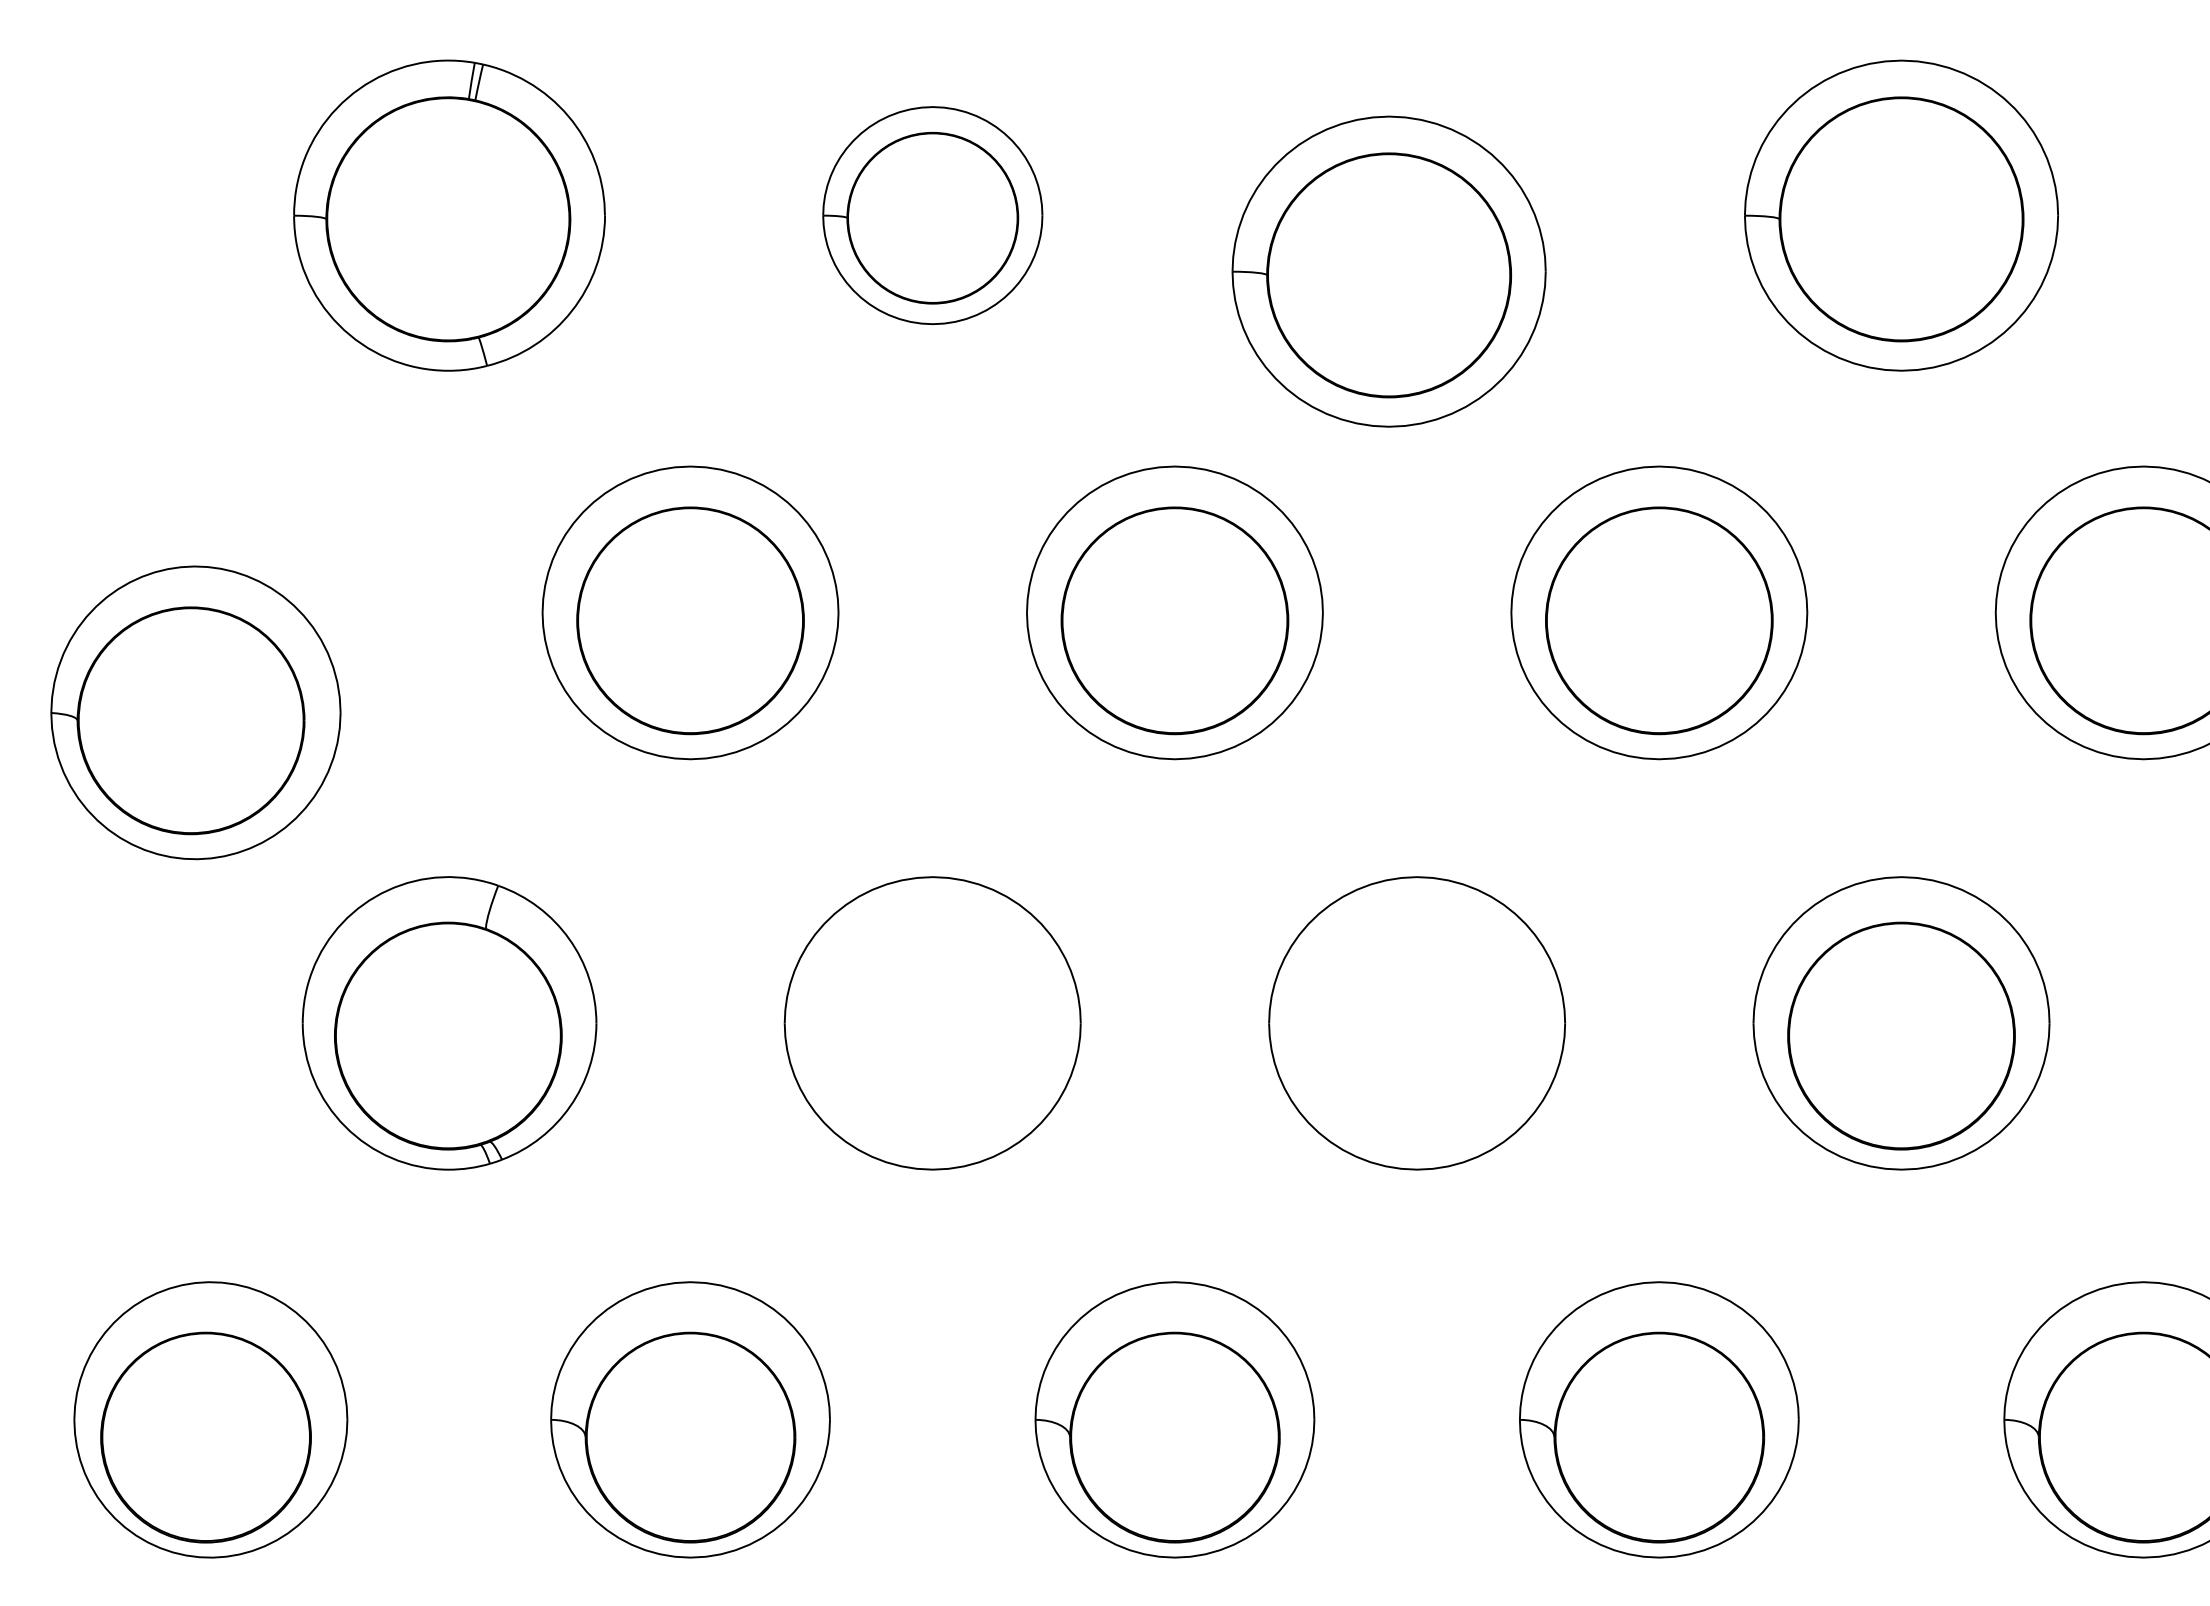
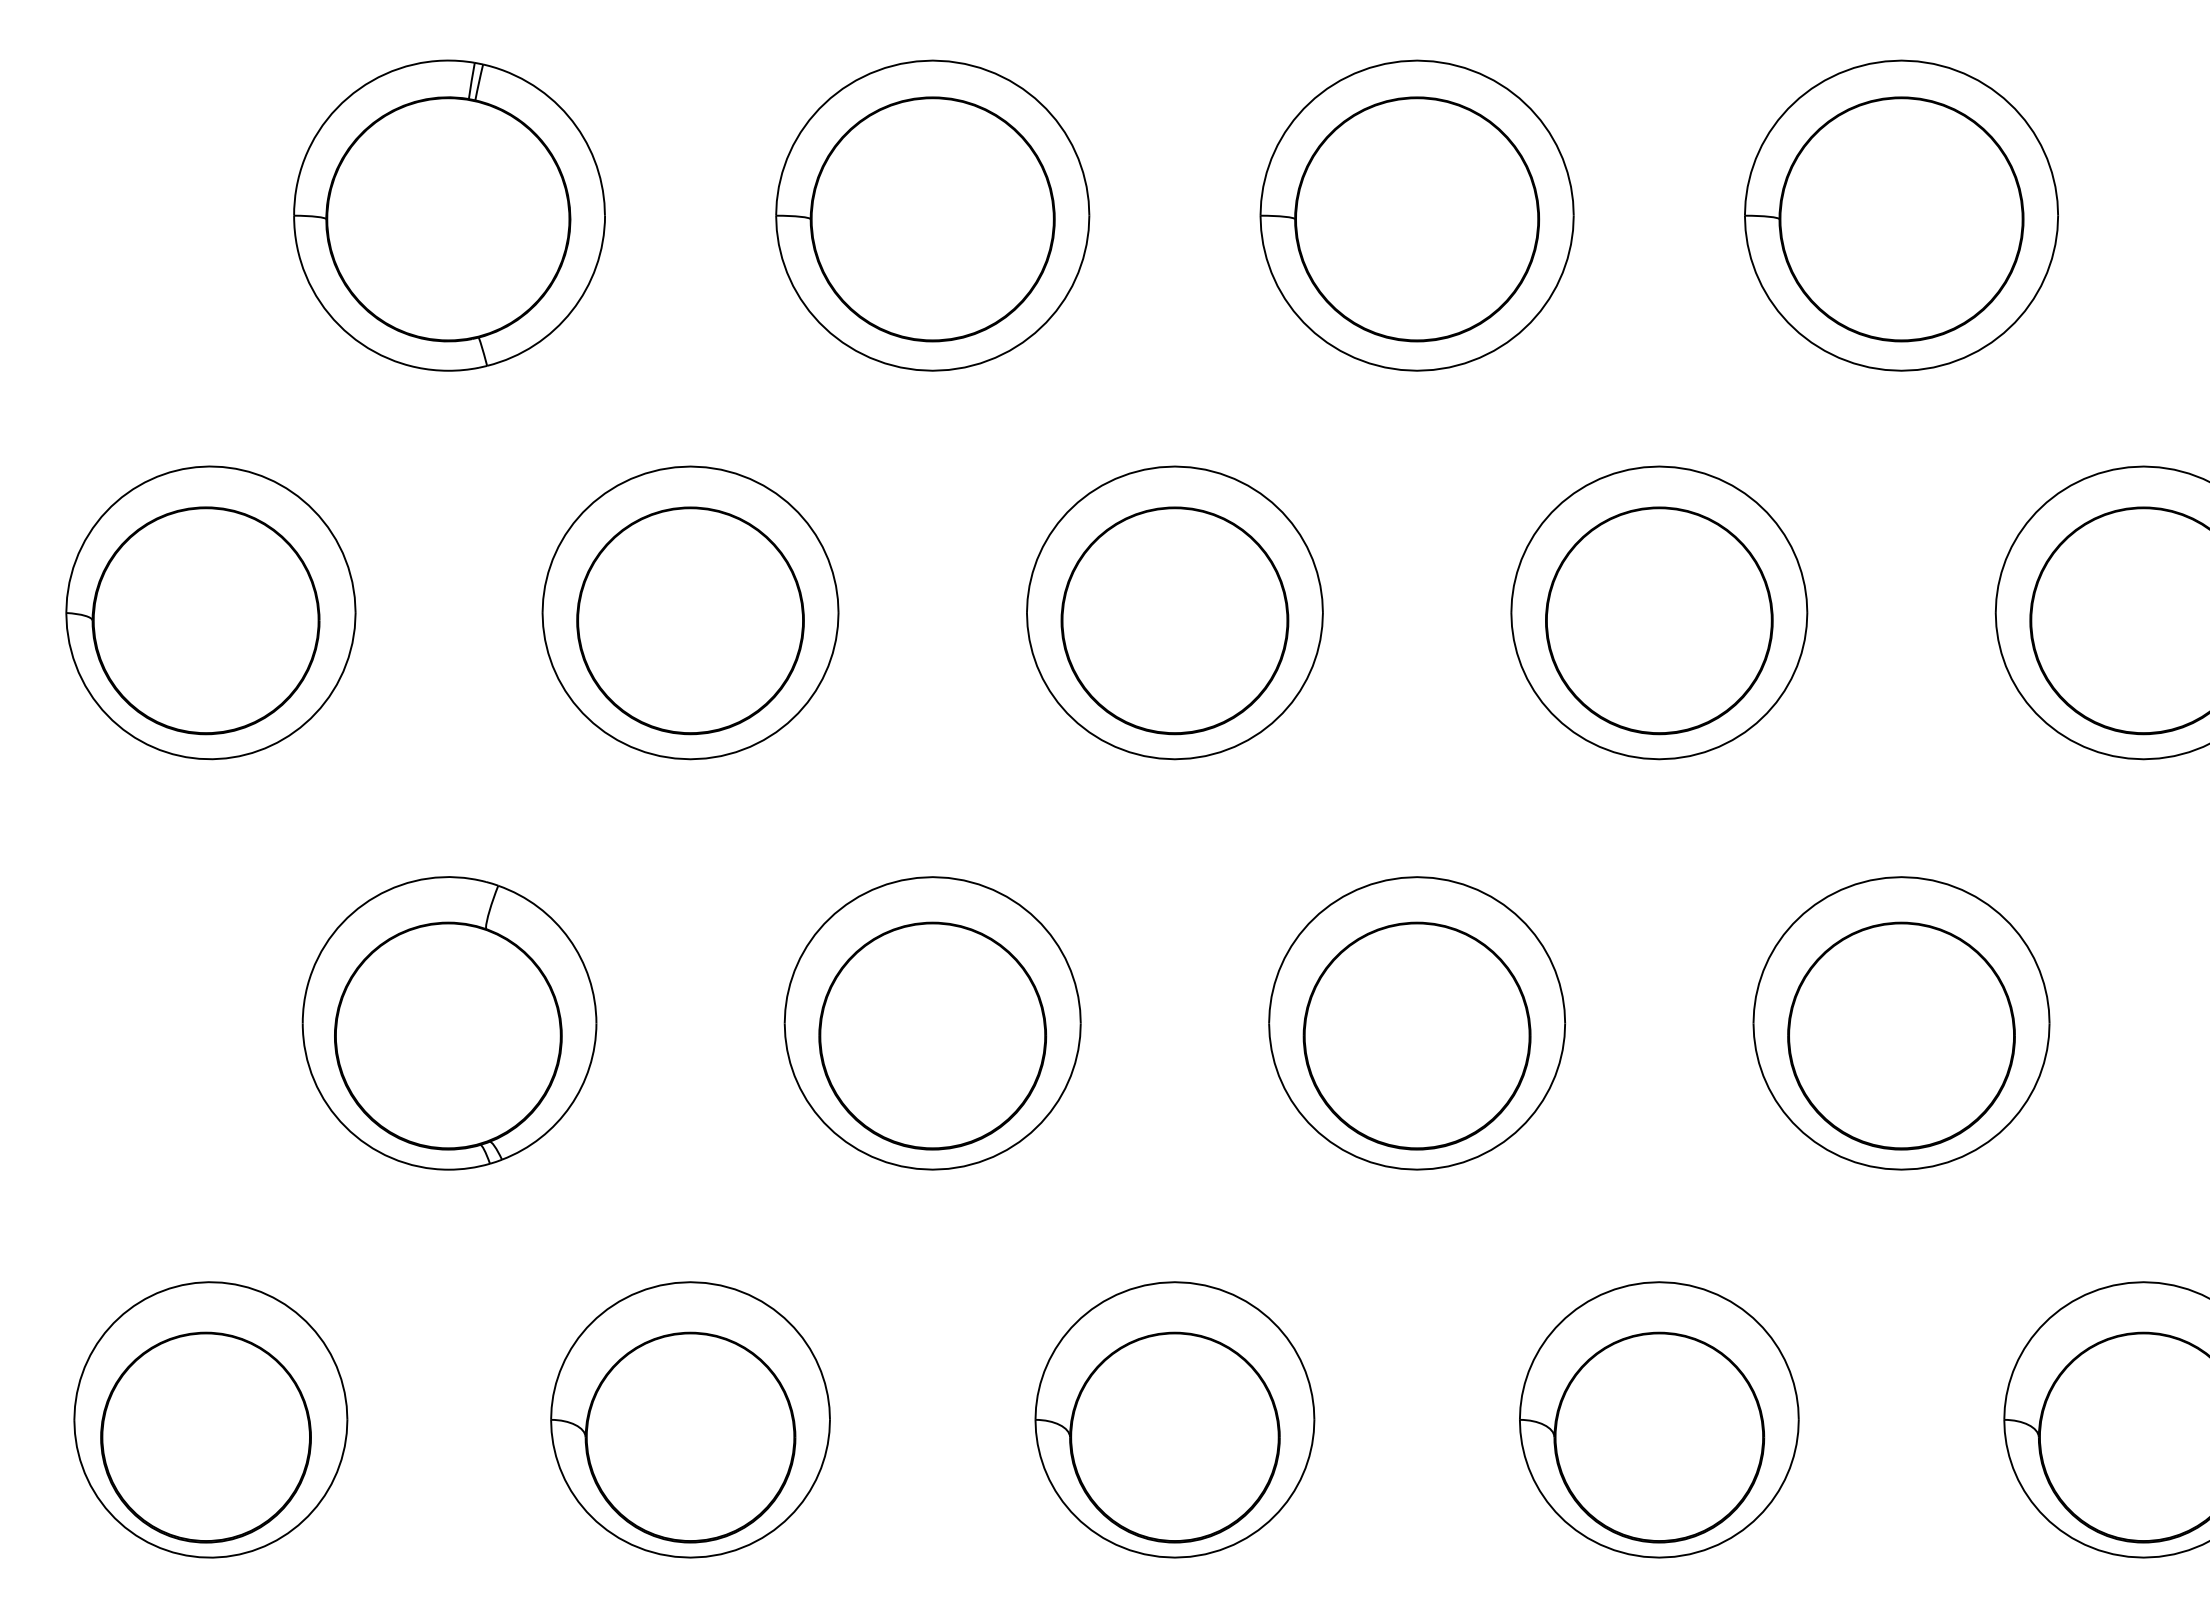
part at (932, 215) size: 222x220 px -> 316x313 px
part at (1388, 271) position: (1388, 271) -> (1416, 215)
part at (195, 712) position: (195, 712) -> (210, 612)
part at (932, 1035): none -> present
part at (1416, 1035): none -> present
